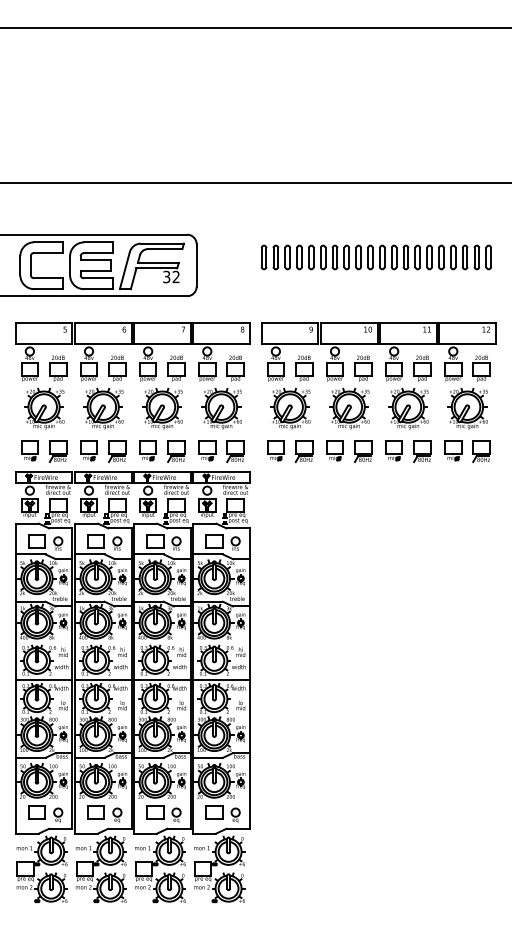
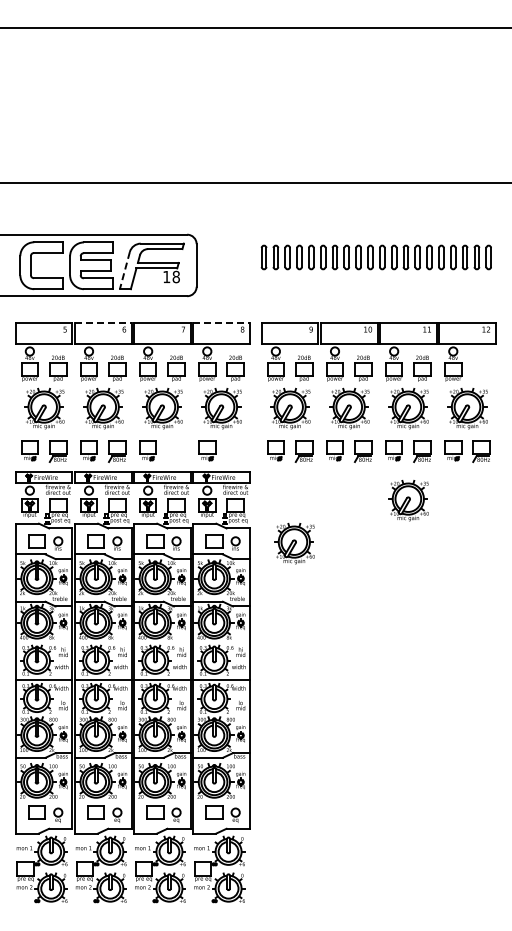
line at (124, 271): solid -> dashed
text at (171, 276): 32 -> 18
line at (103, 322): solid -> dashed
line at (221, 322): solid -> dashed
part at (481, 368): present -> none
part at (176, 451): present -> none
part at (235, 451): present -> none
part at (408, 500): none -> present
part at (294, 543): none -> present
